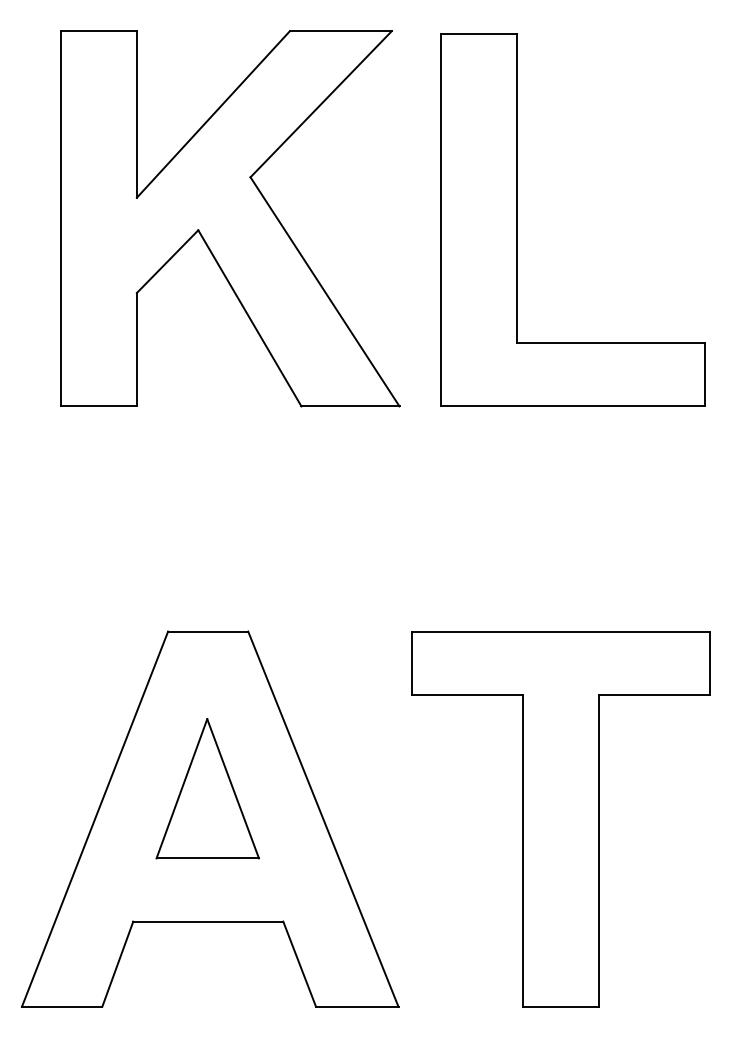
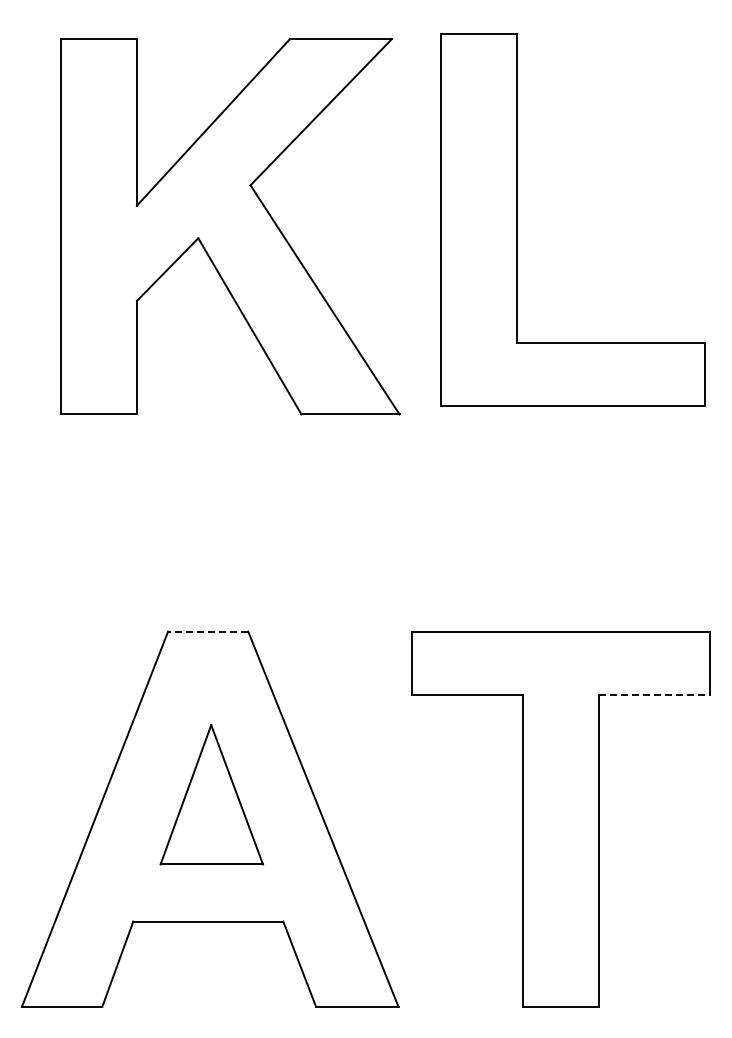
part at (230, 218) position: (230, 218) -> (230, 226)
line at (207, 631): solid -> dashed
line at (654, 695): solid -> dashed
part at (207, 788) position: (207, 788) -> (211, 794)
